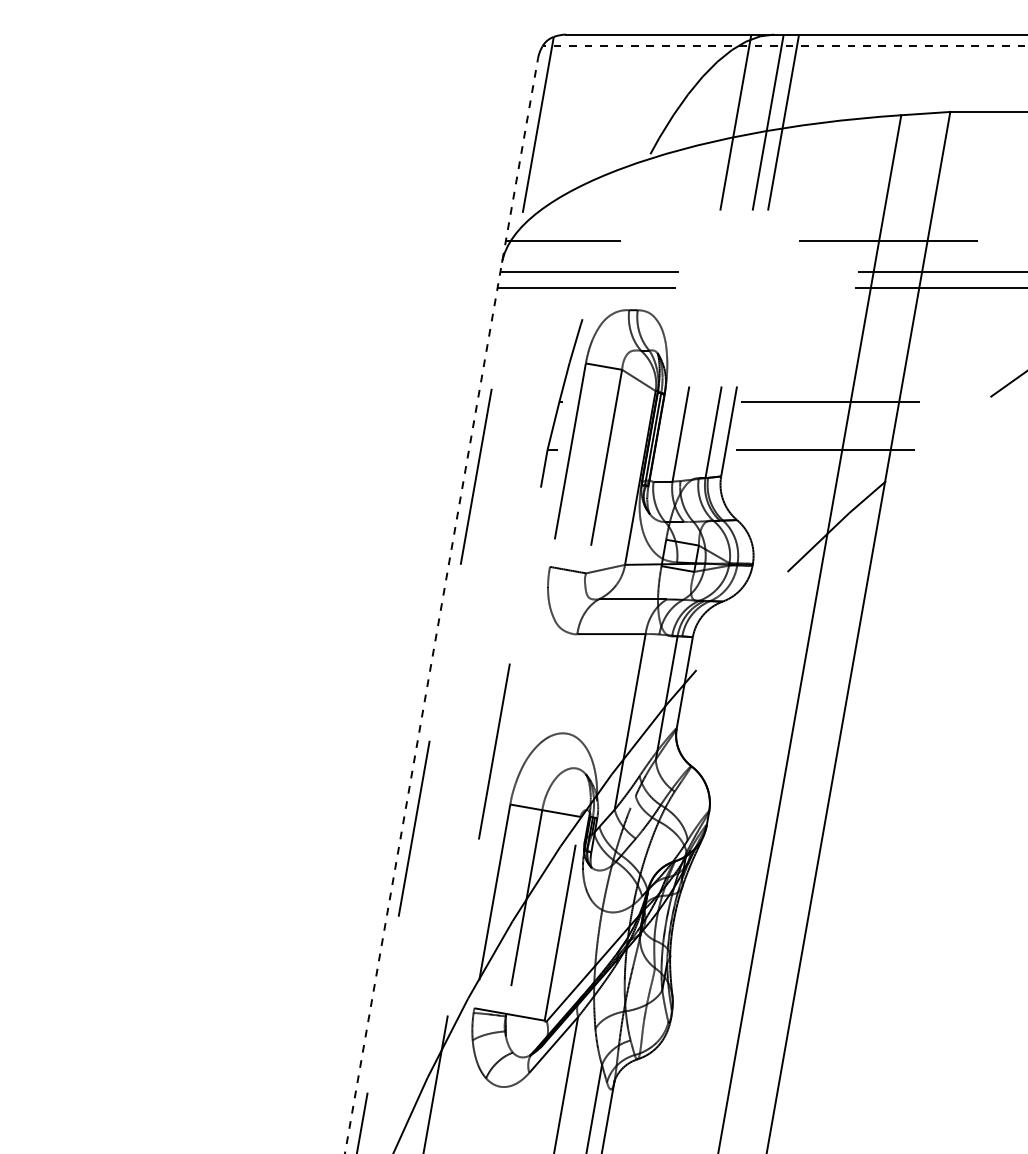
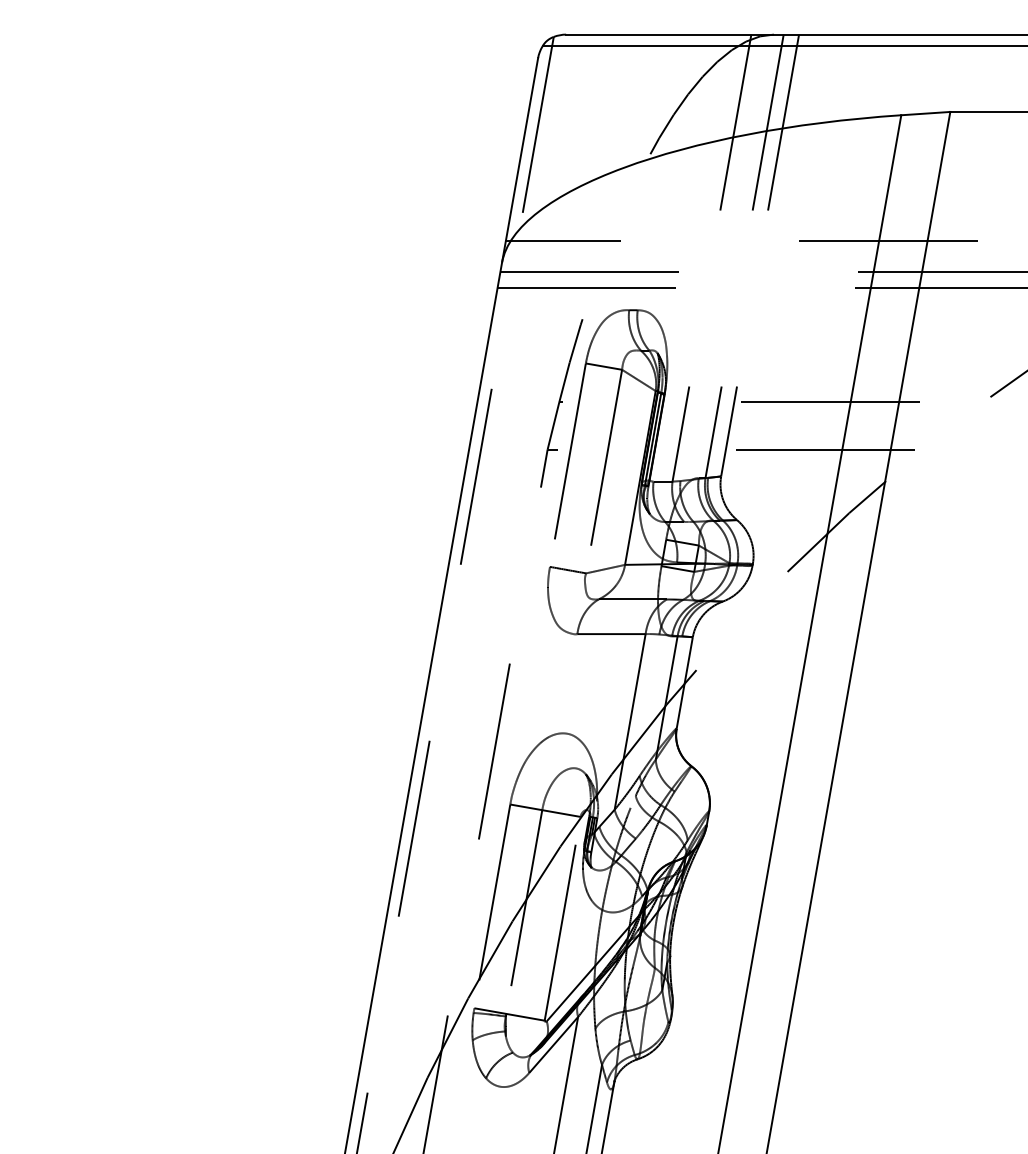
line at (784, 46): dashed -> solid
line at (441, 605): dashed -> solid
